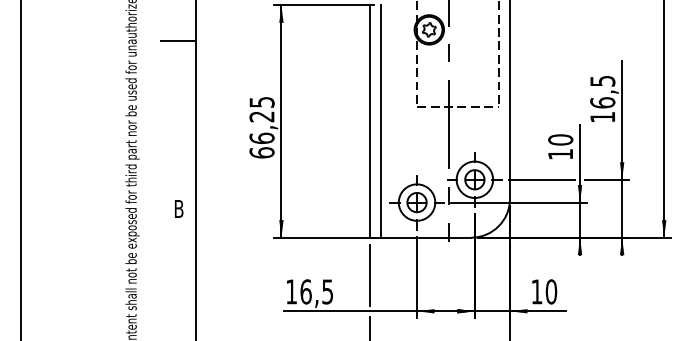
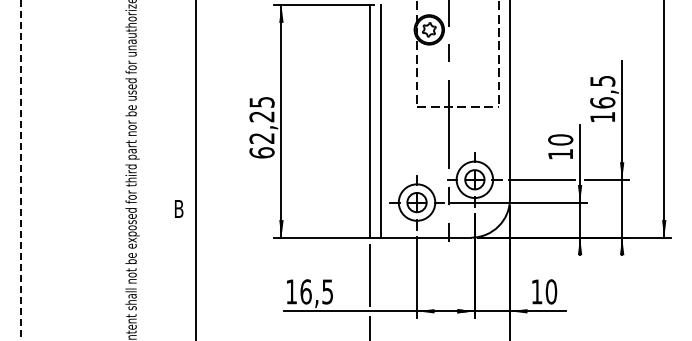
line at (178, 40): present -> none
text at (261, 137): 66,25 -> 62,25
line at (20, 170): solid -> dashed
